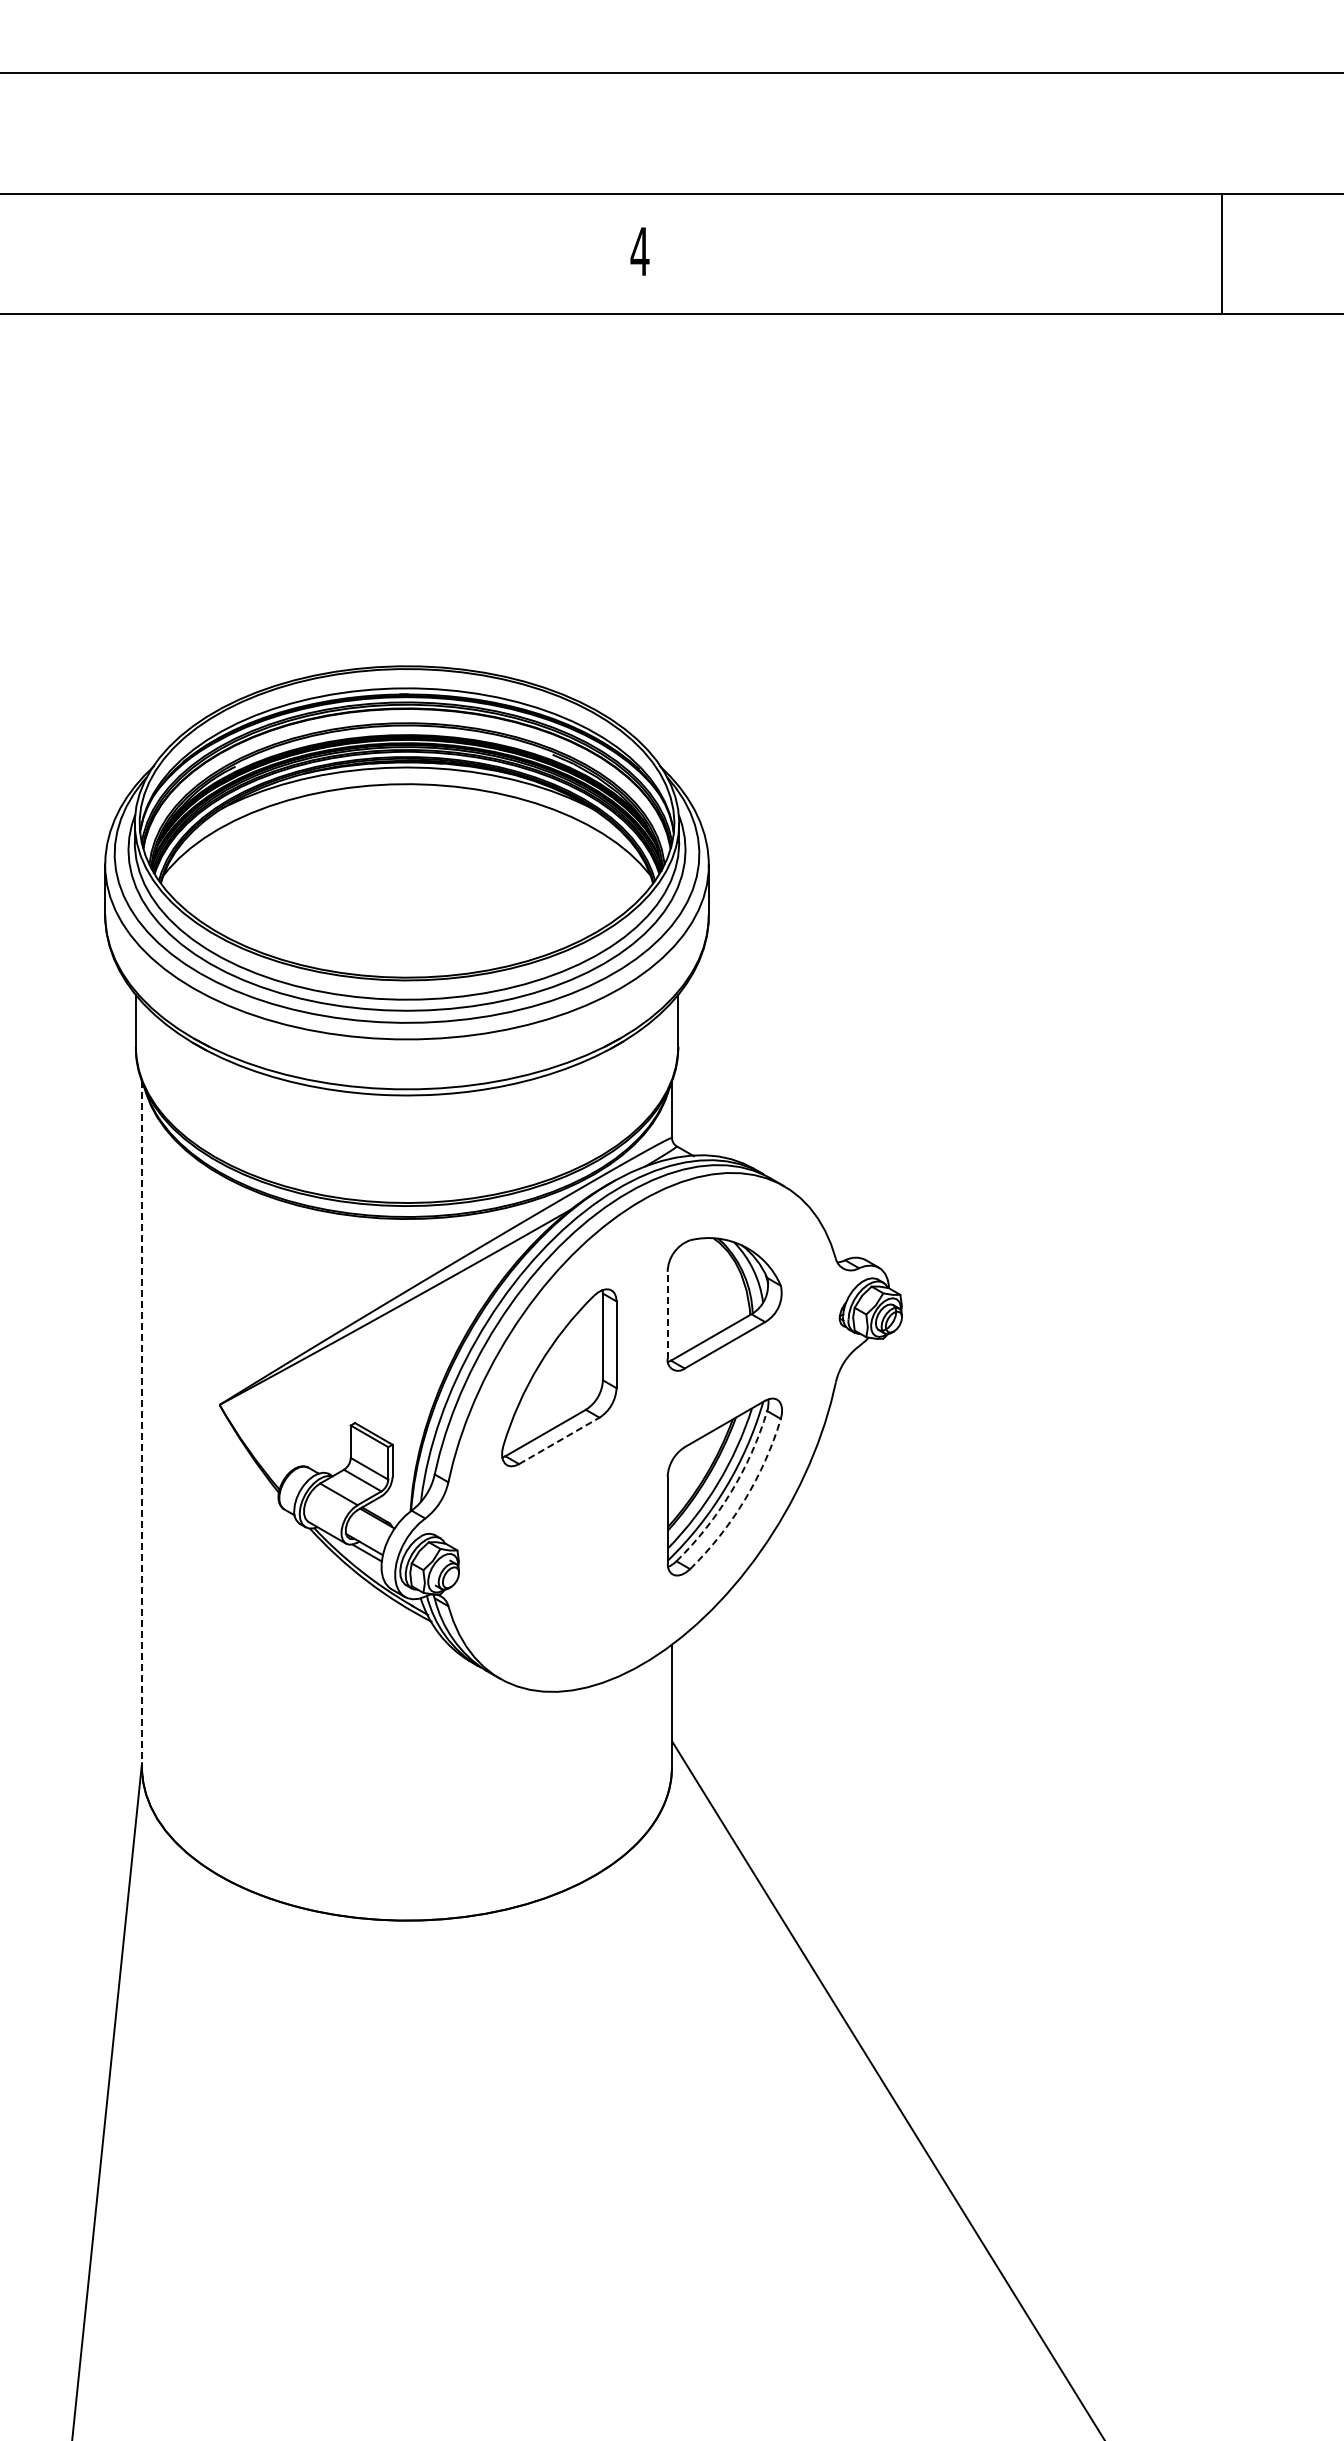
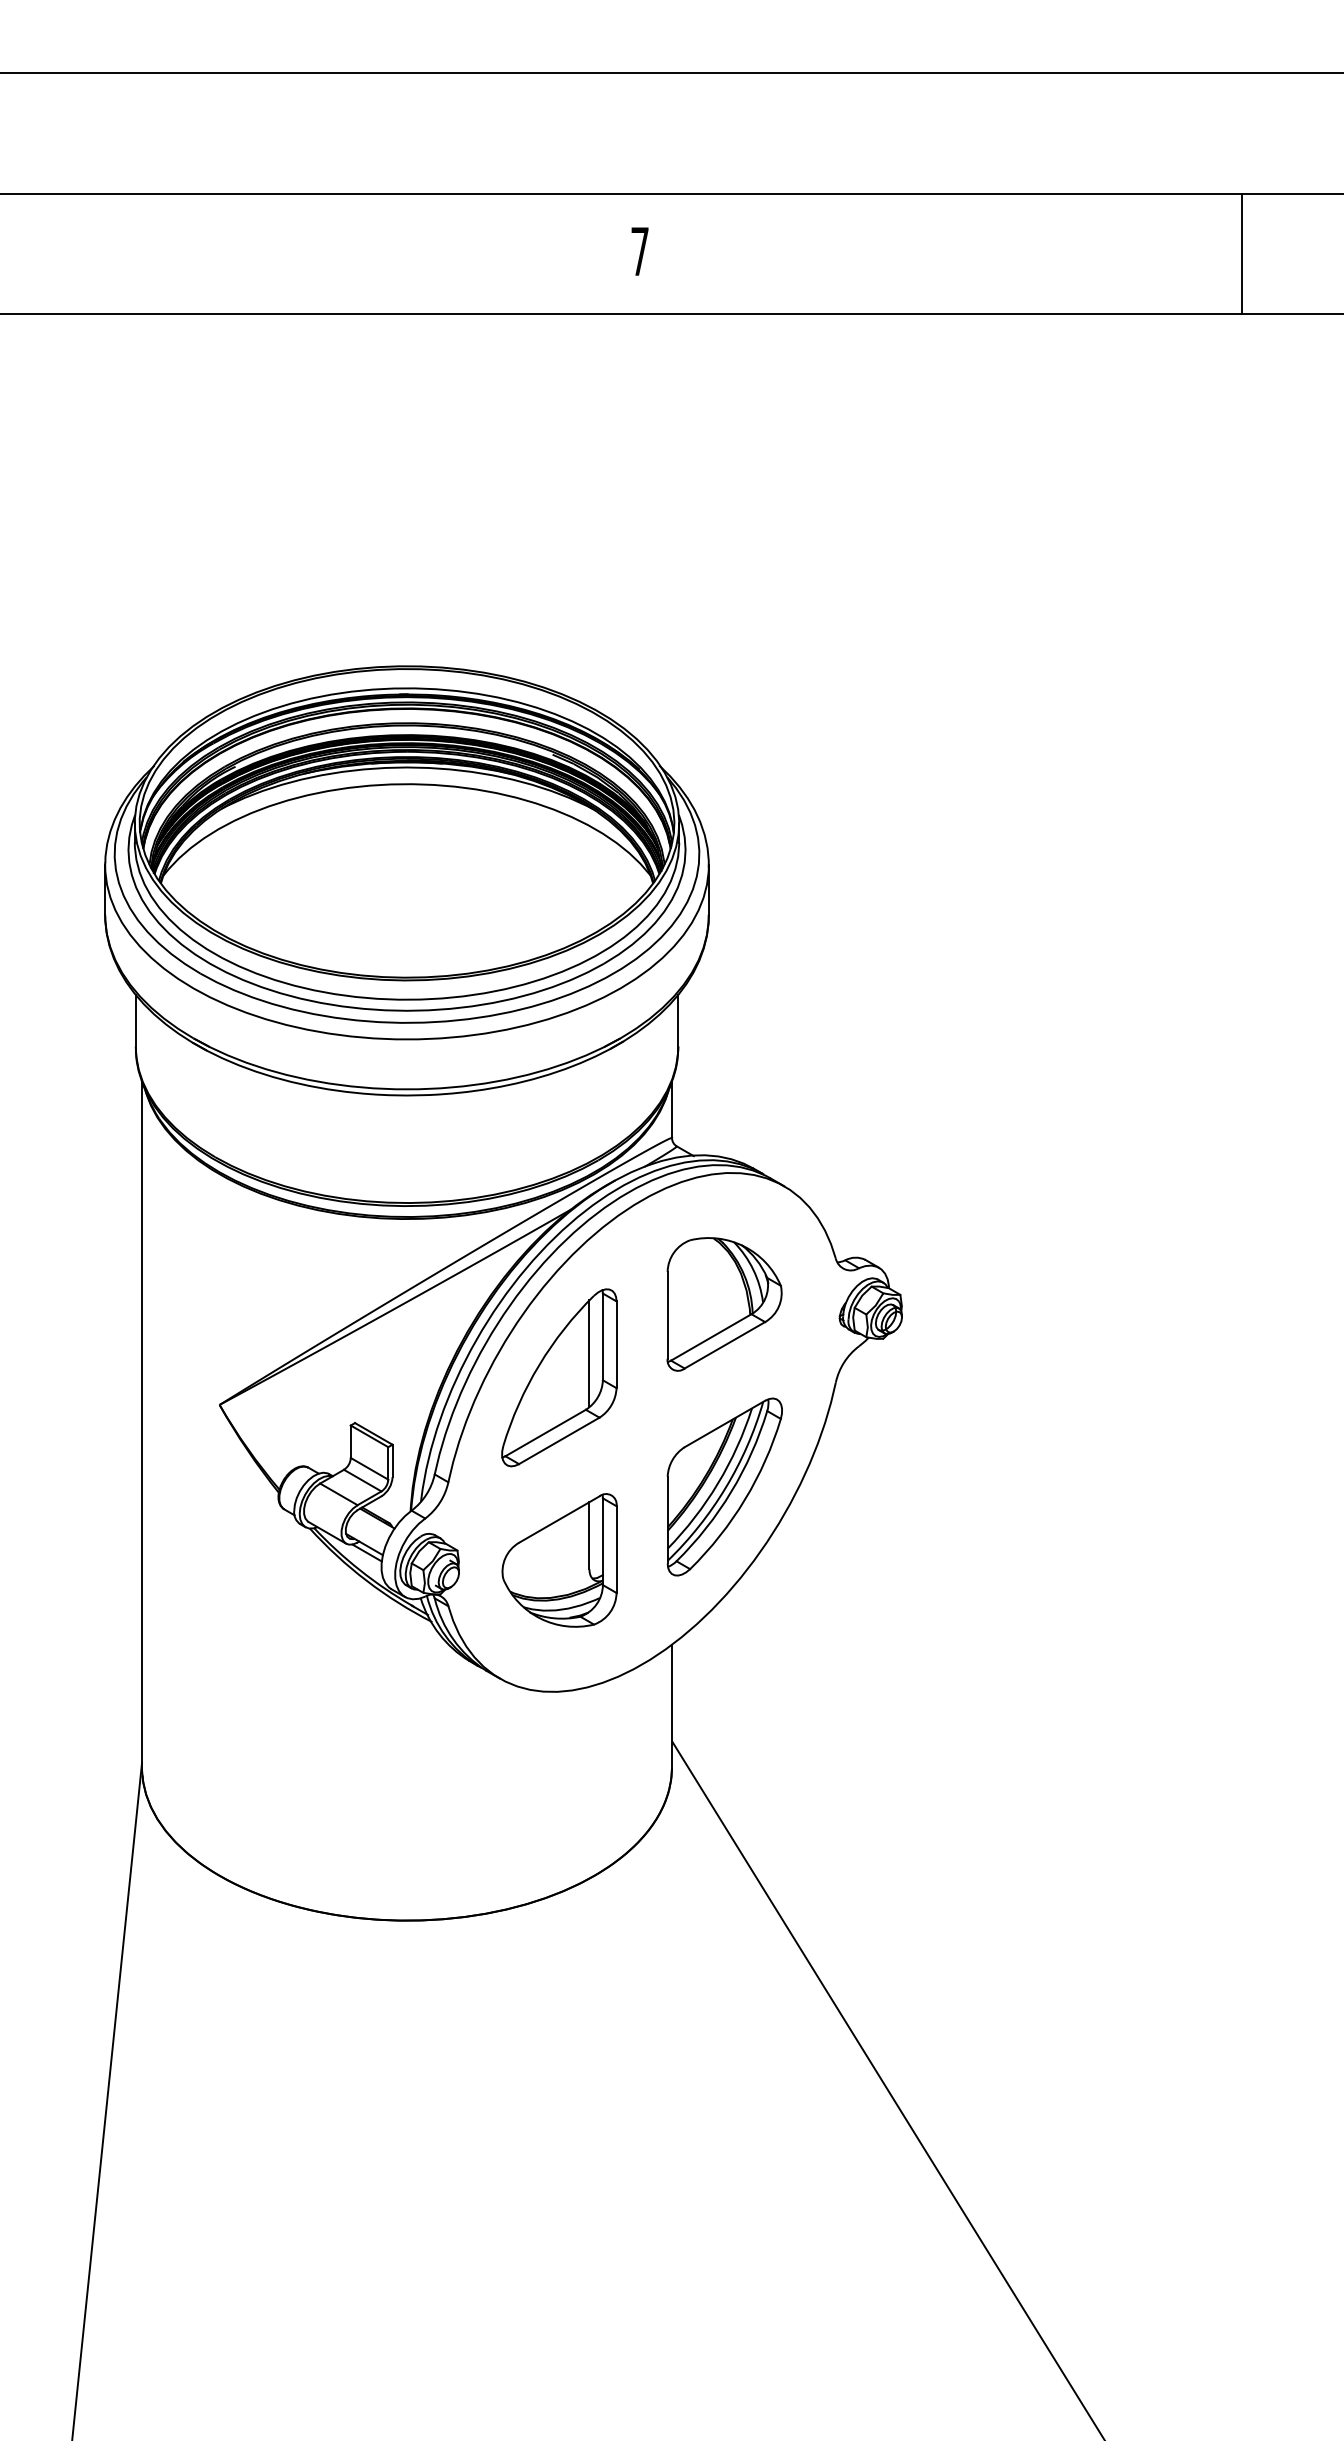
text at (639, 251): 4 -> 7
line at (1221, 253) position: (1221, 253) -> (1241, 253)
line at (667, 1314): dashed -> solid
line at (589, 1353): none -> present
line at (142, 1424): dashed -> solid
line at (559, 1440): dashed -> solid
arc at (731, 1491): dashed -> solid
arc at (744, 1499): dashed -> solid
part at (559, 1560): none -> present
